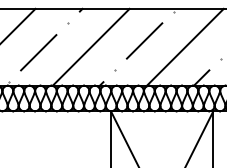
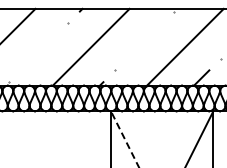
line at (144, 40): present -> none
line at (38, 52): present -> none
line at (124, 139): solid -> dashed
